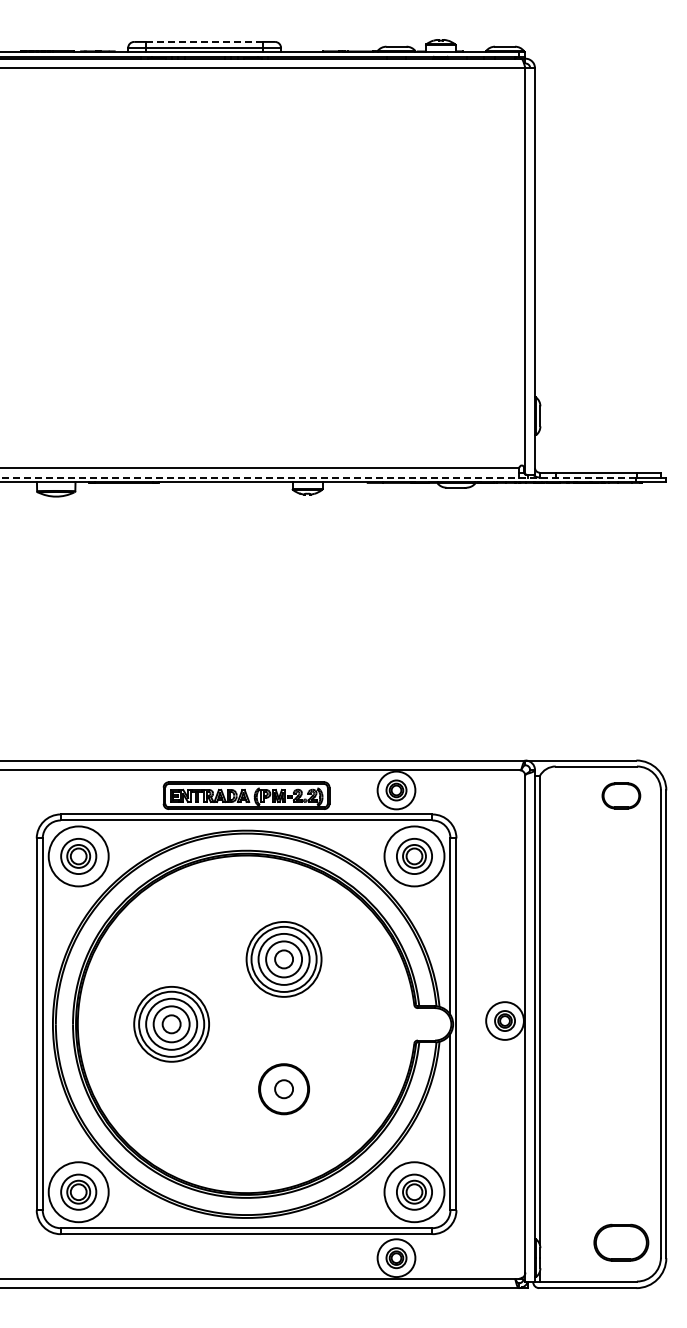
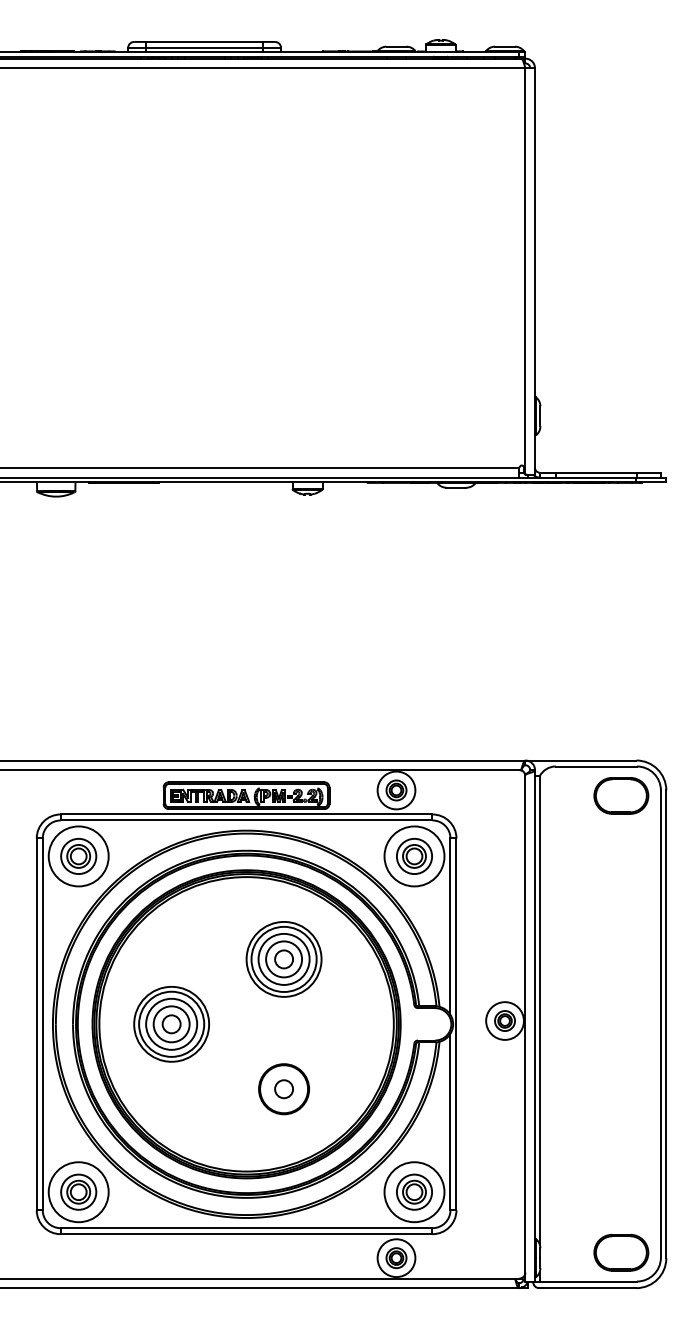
line at (204, 41): dashed -> solid
line at (318, 477): dashed -> solid
part at (621, 795) size: 41x28 px -> 57x38 px
part at (246, 1024): none -> present
part at (621, 1242) position: (621, 1242) -> (621, 1252)
